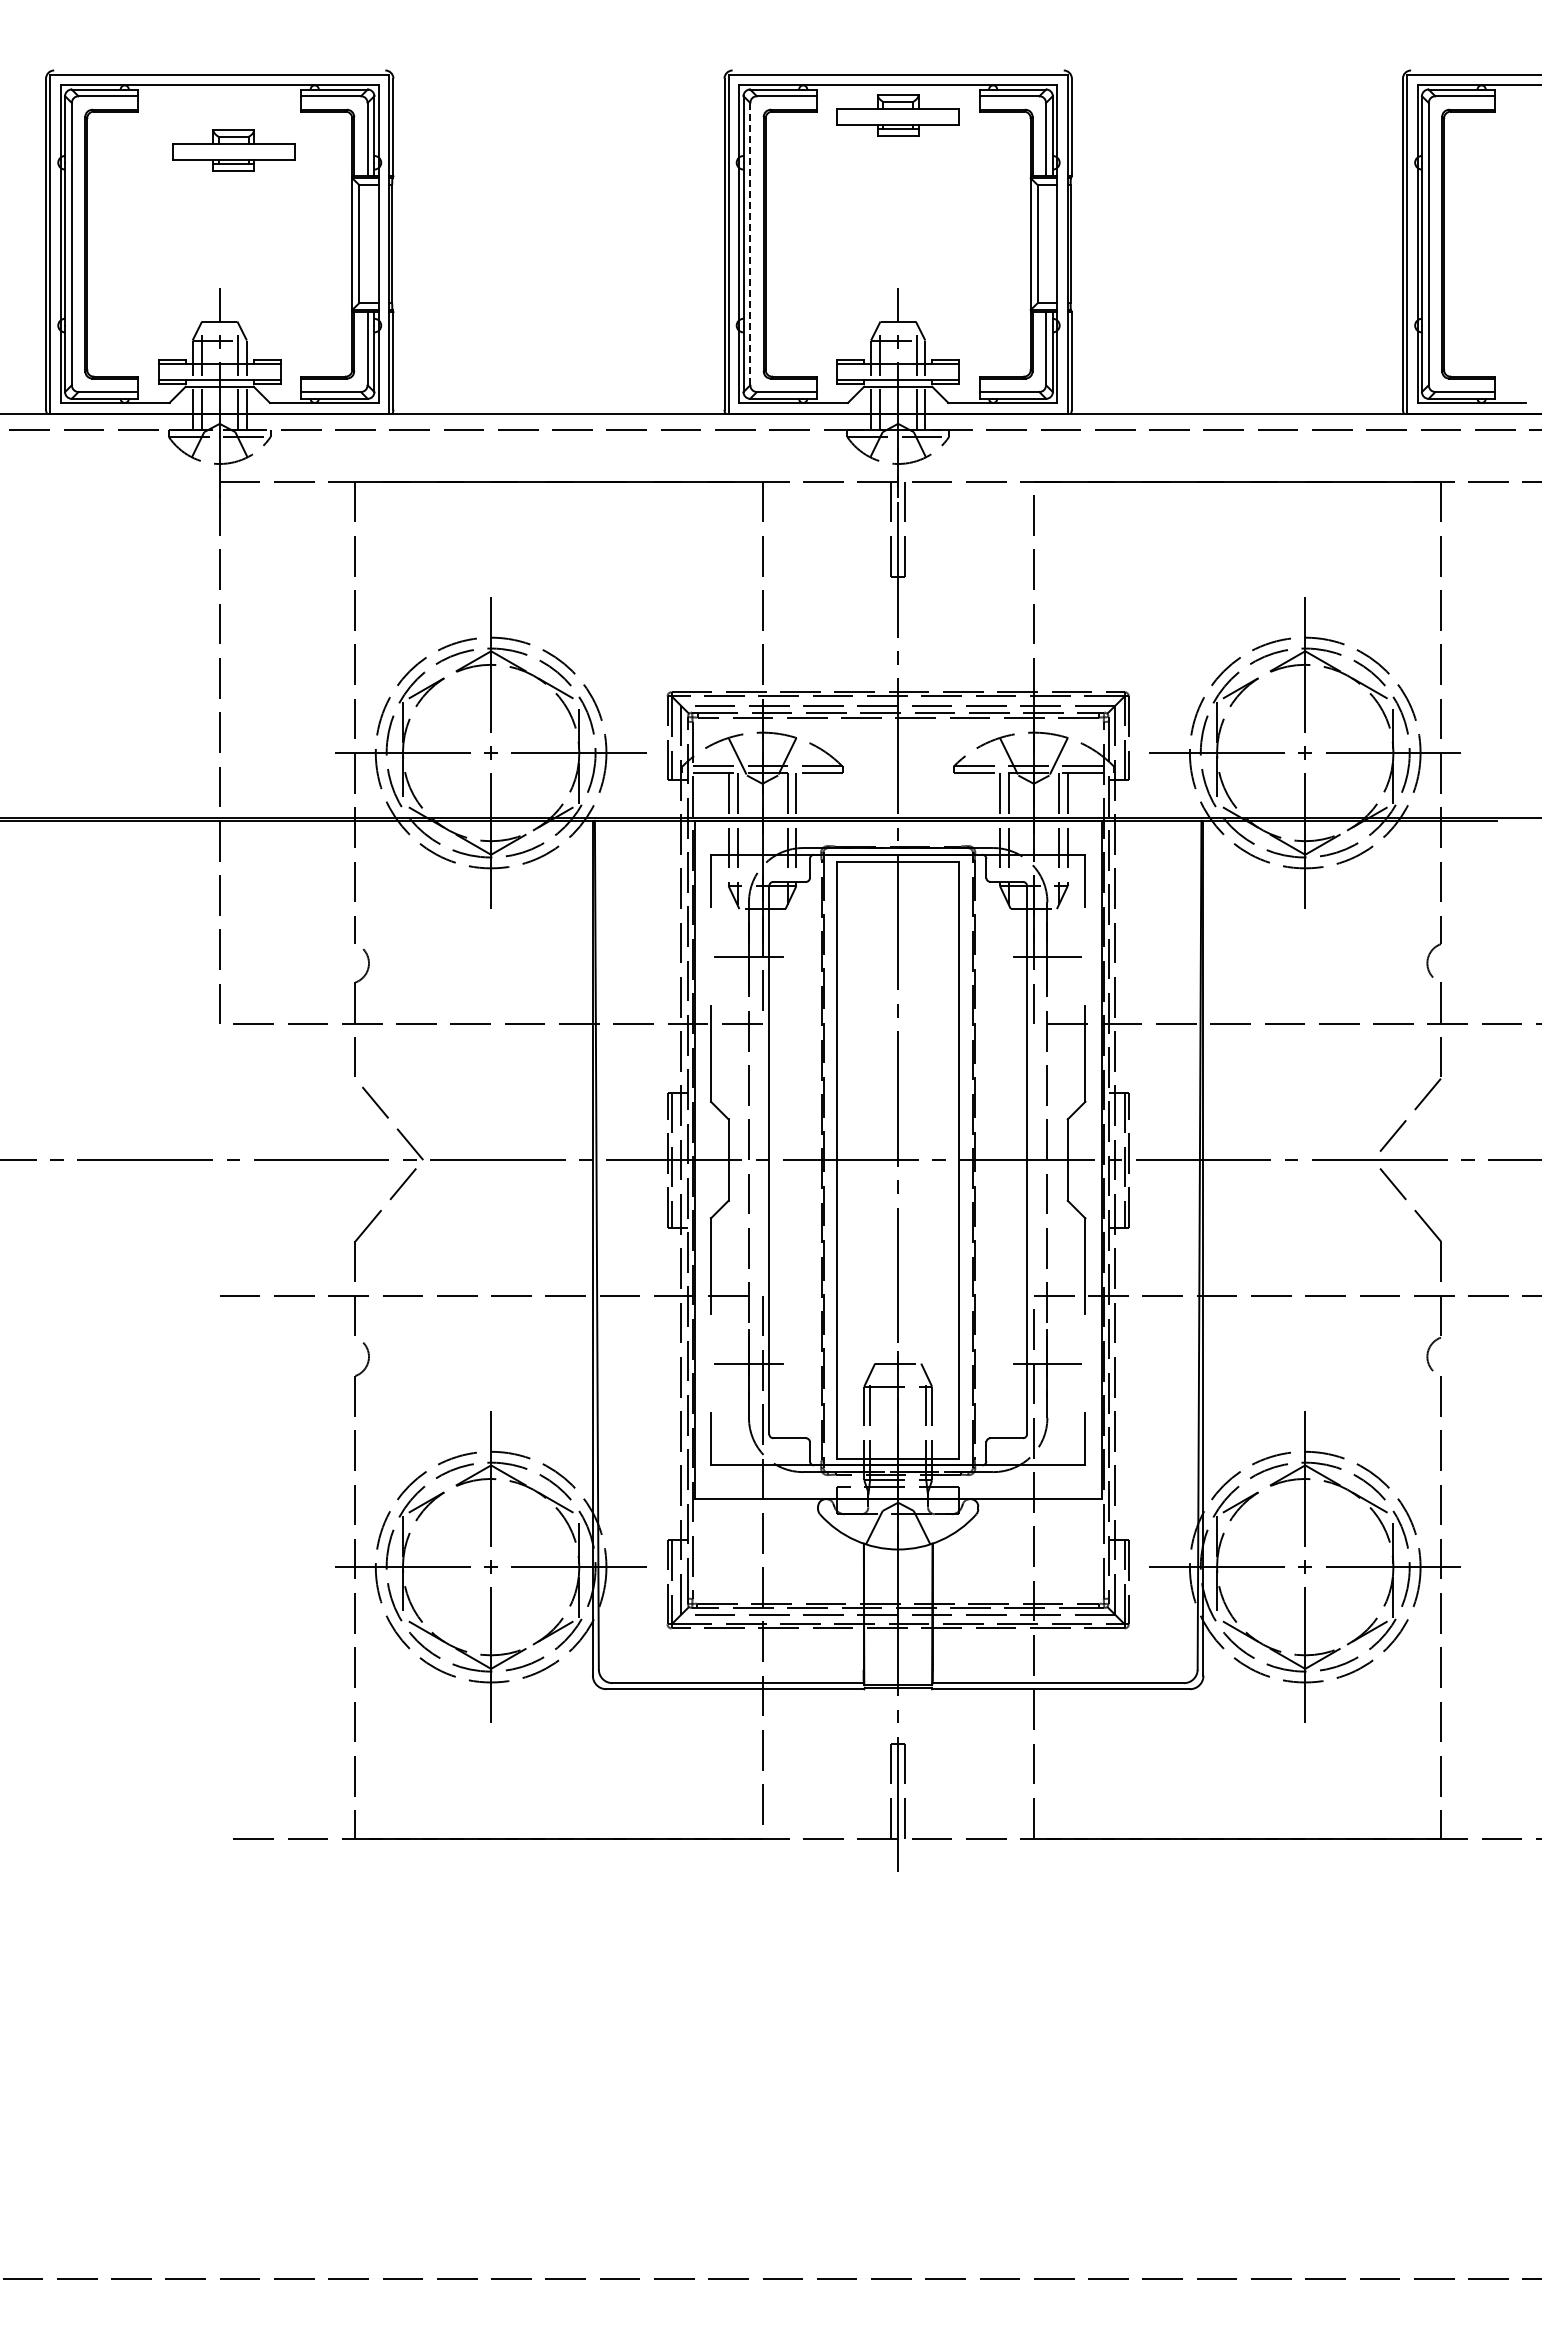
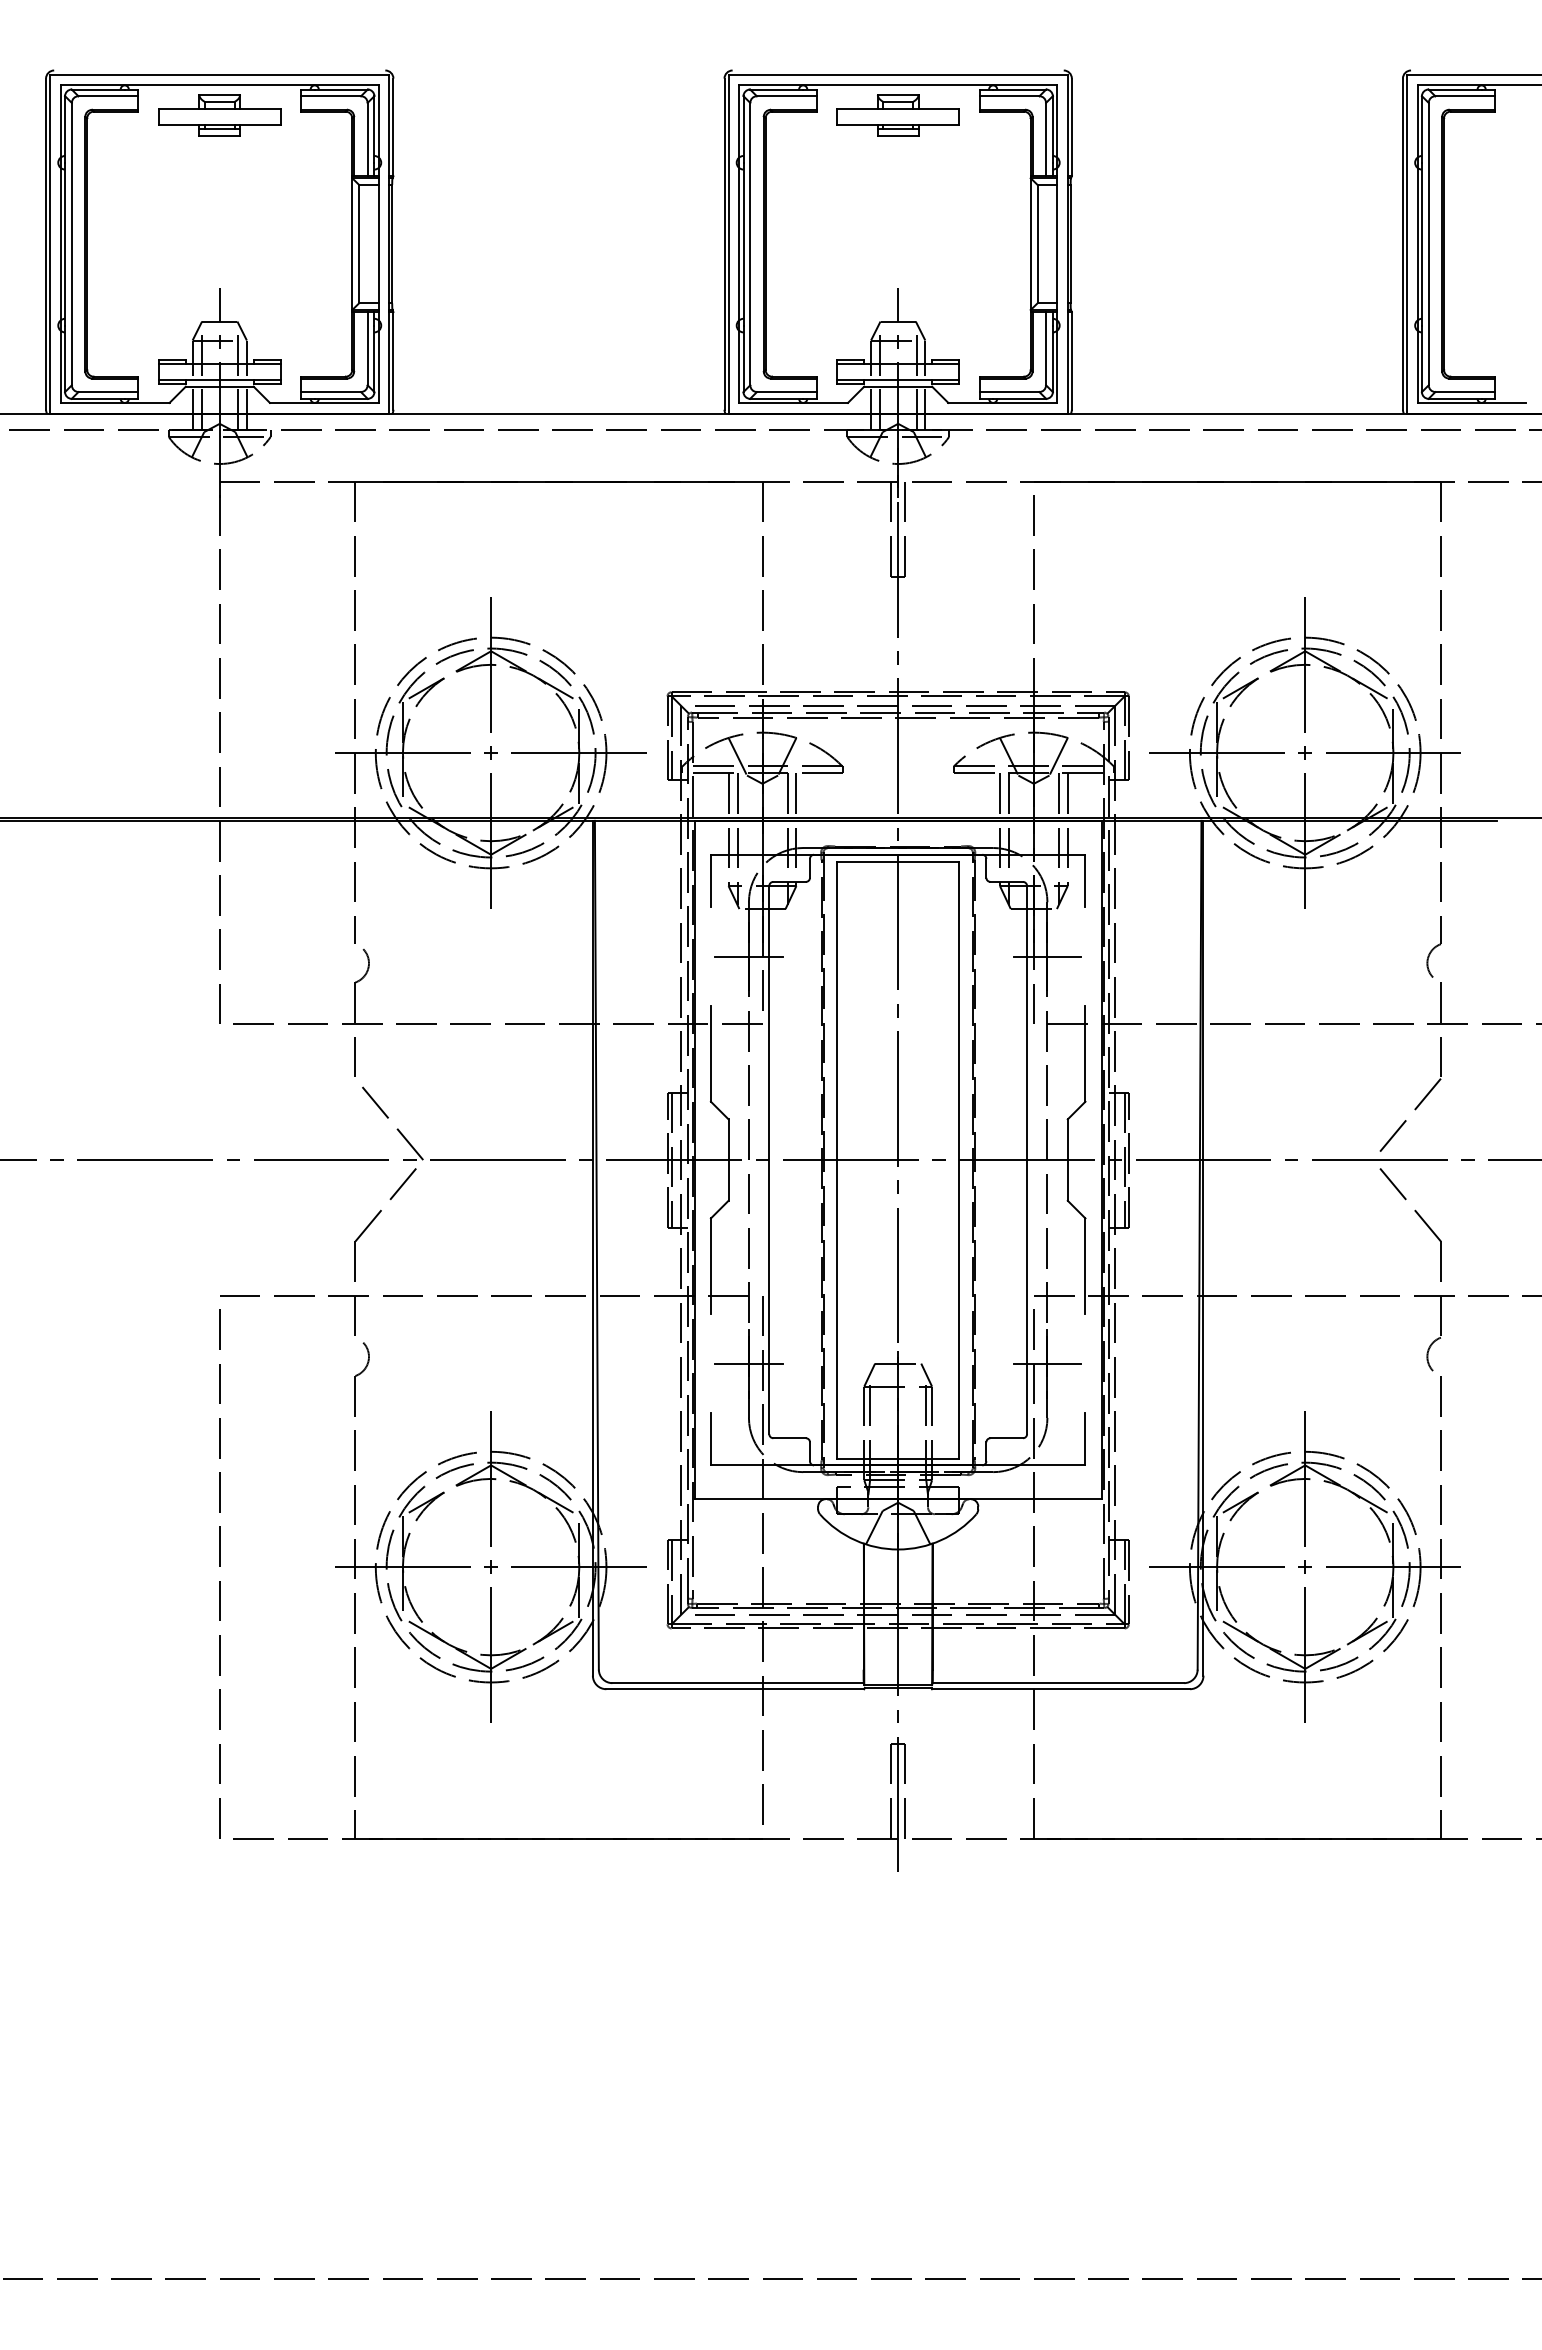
part at (233, 150) position: (233, 150) -> (219, 115)
line at (750, 243): dashed -> solid
line at (219, 1566): none -> present
